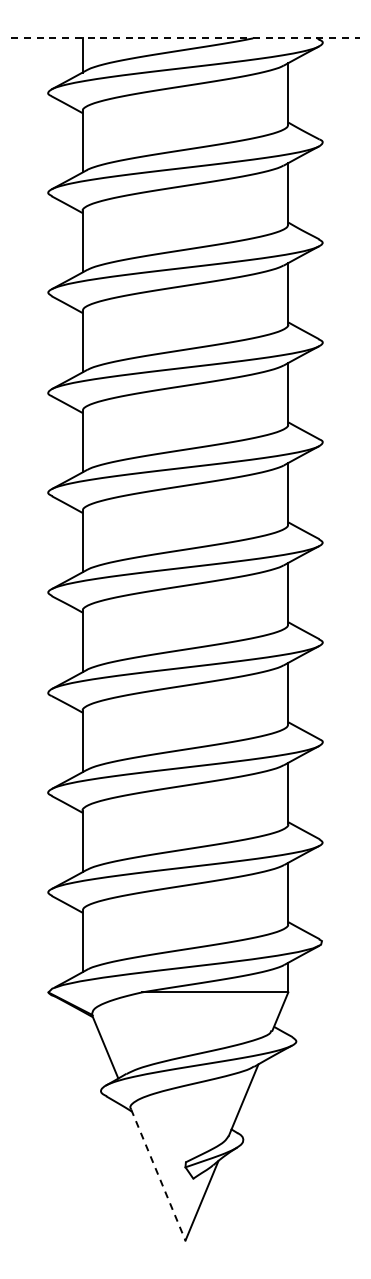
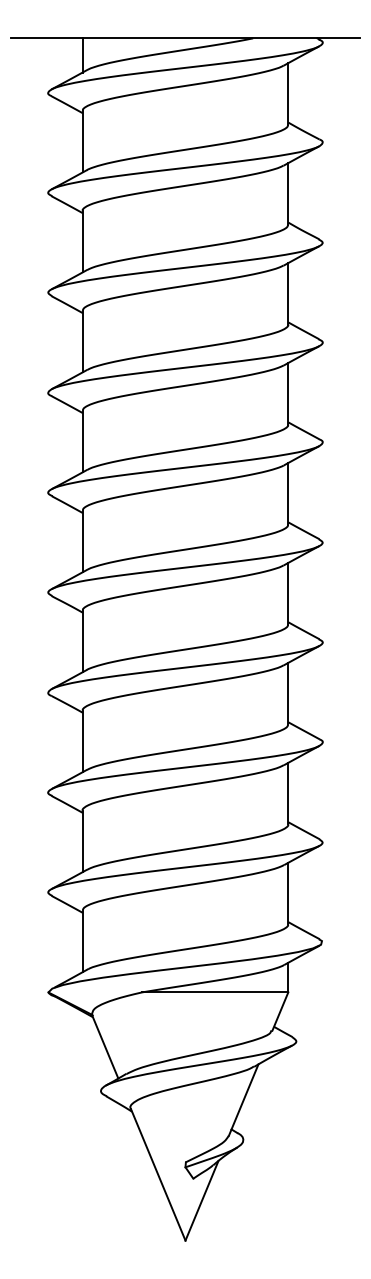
line at (186, 38): dashed -> solid
line at (158, 1175): dashed -> solid
